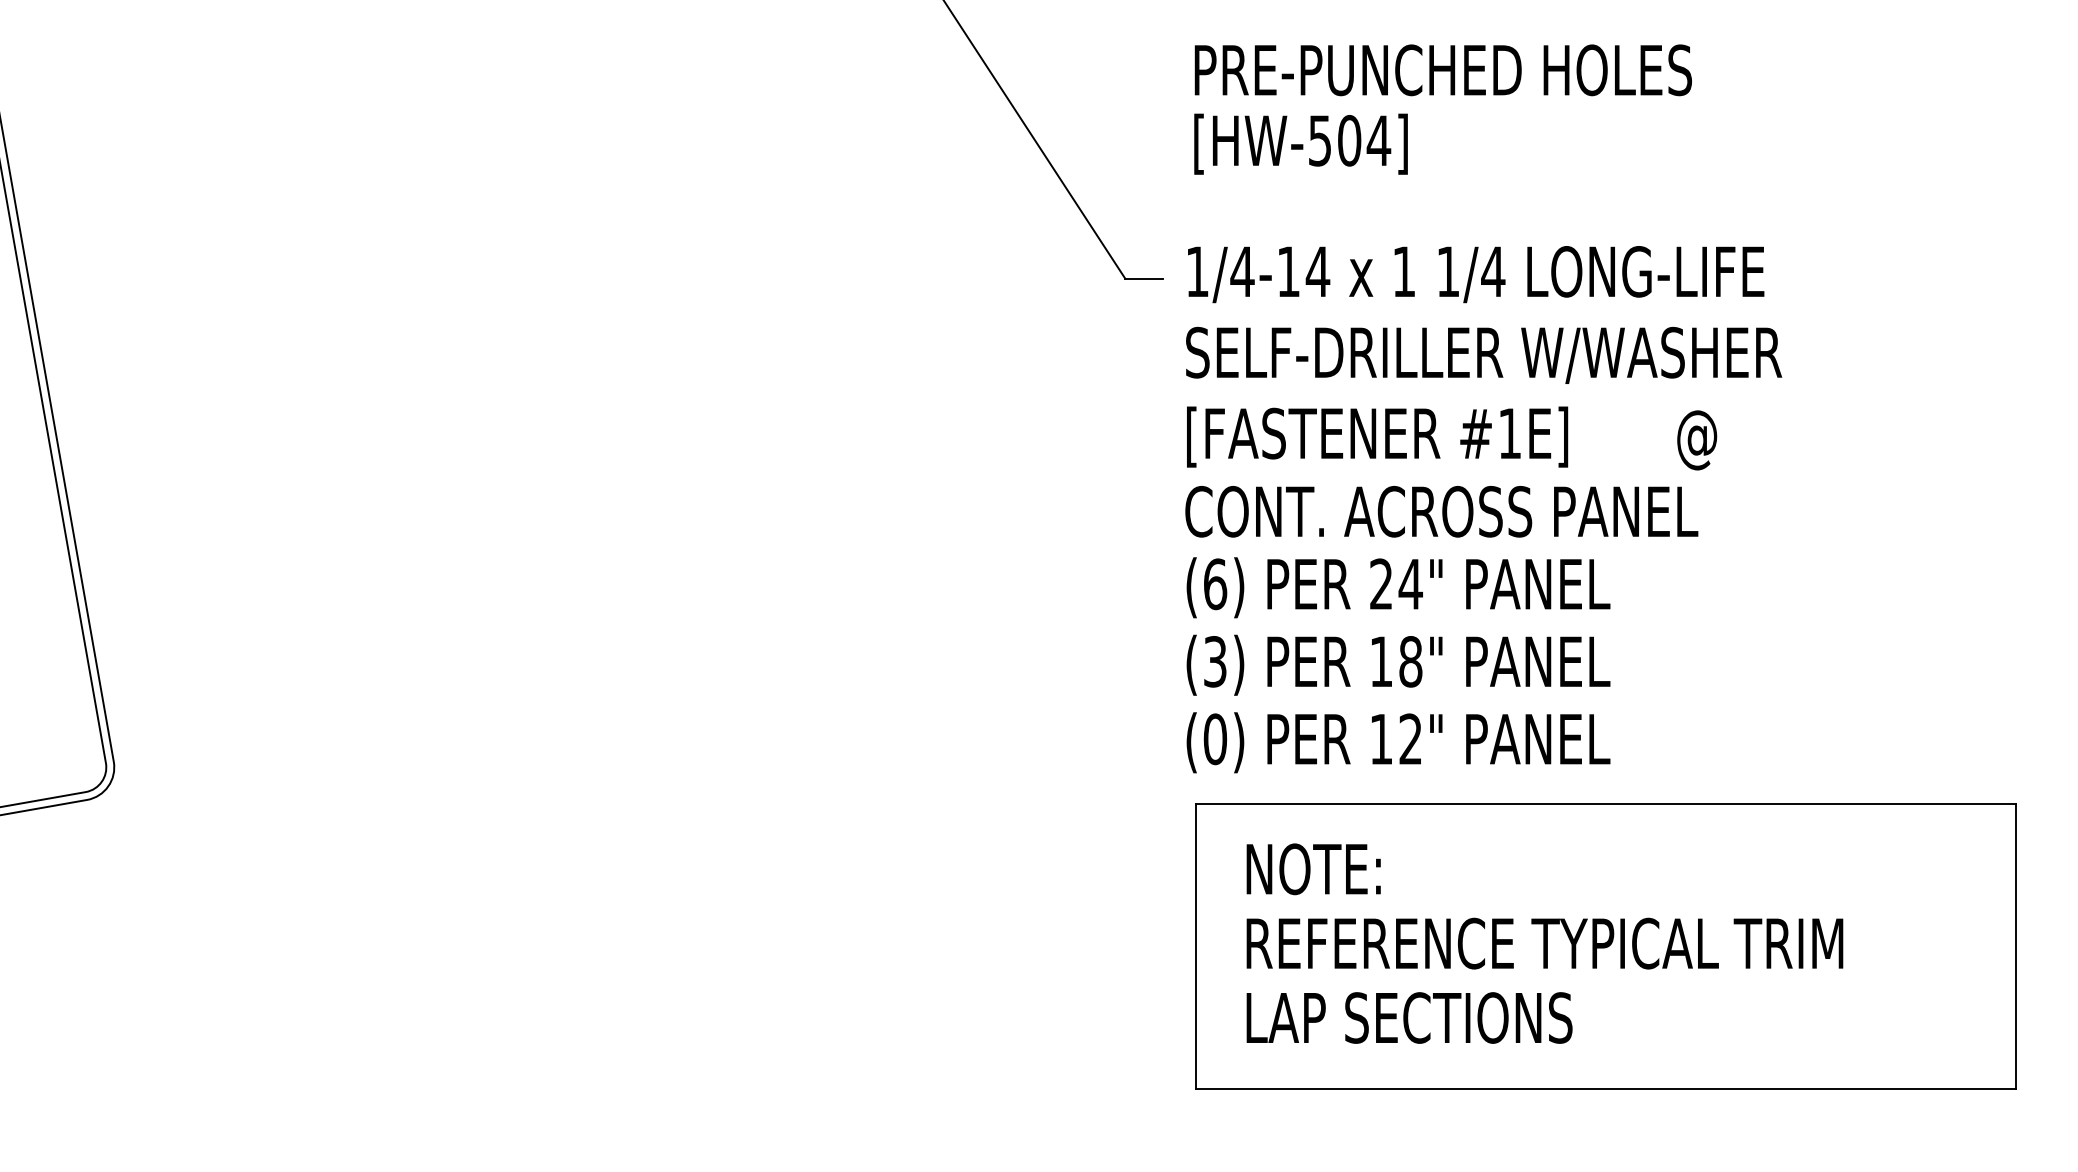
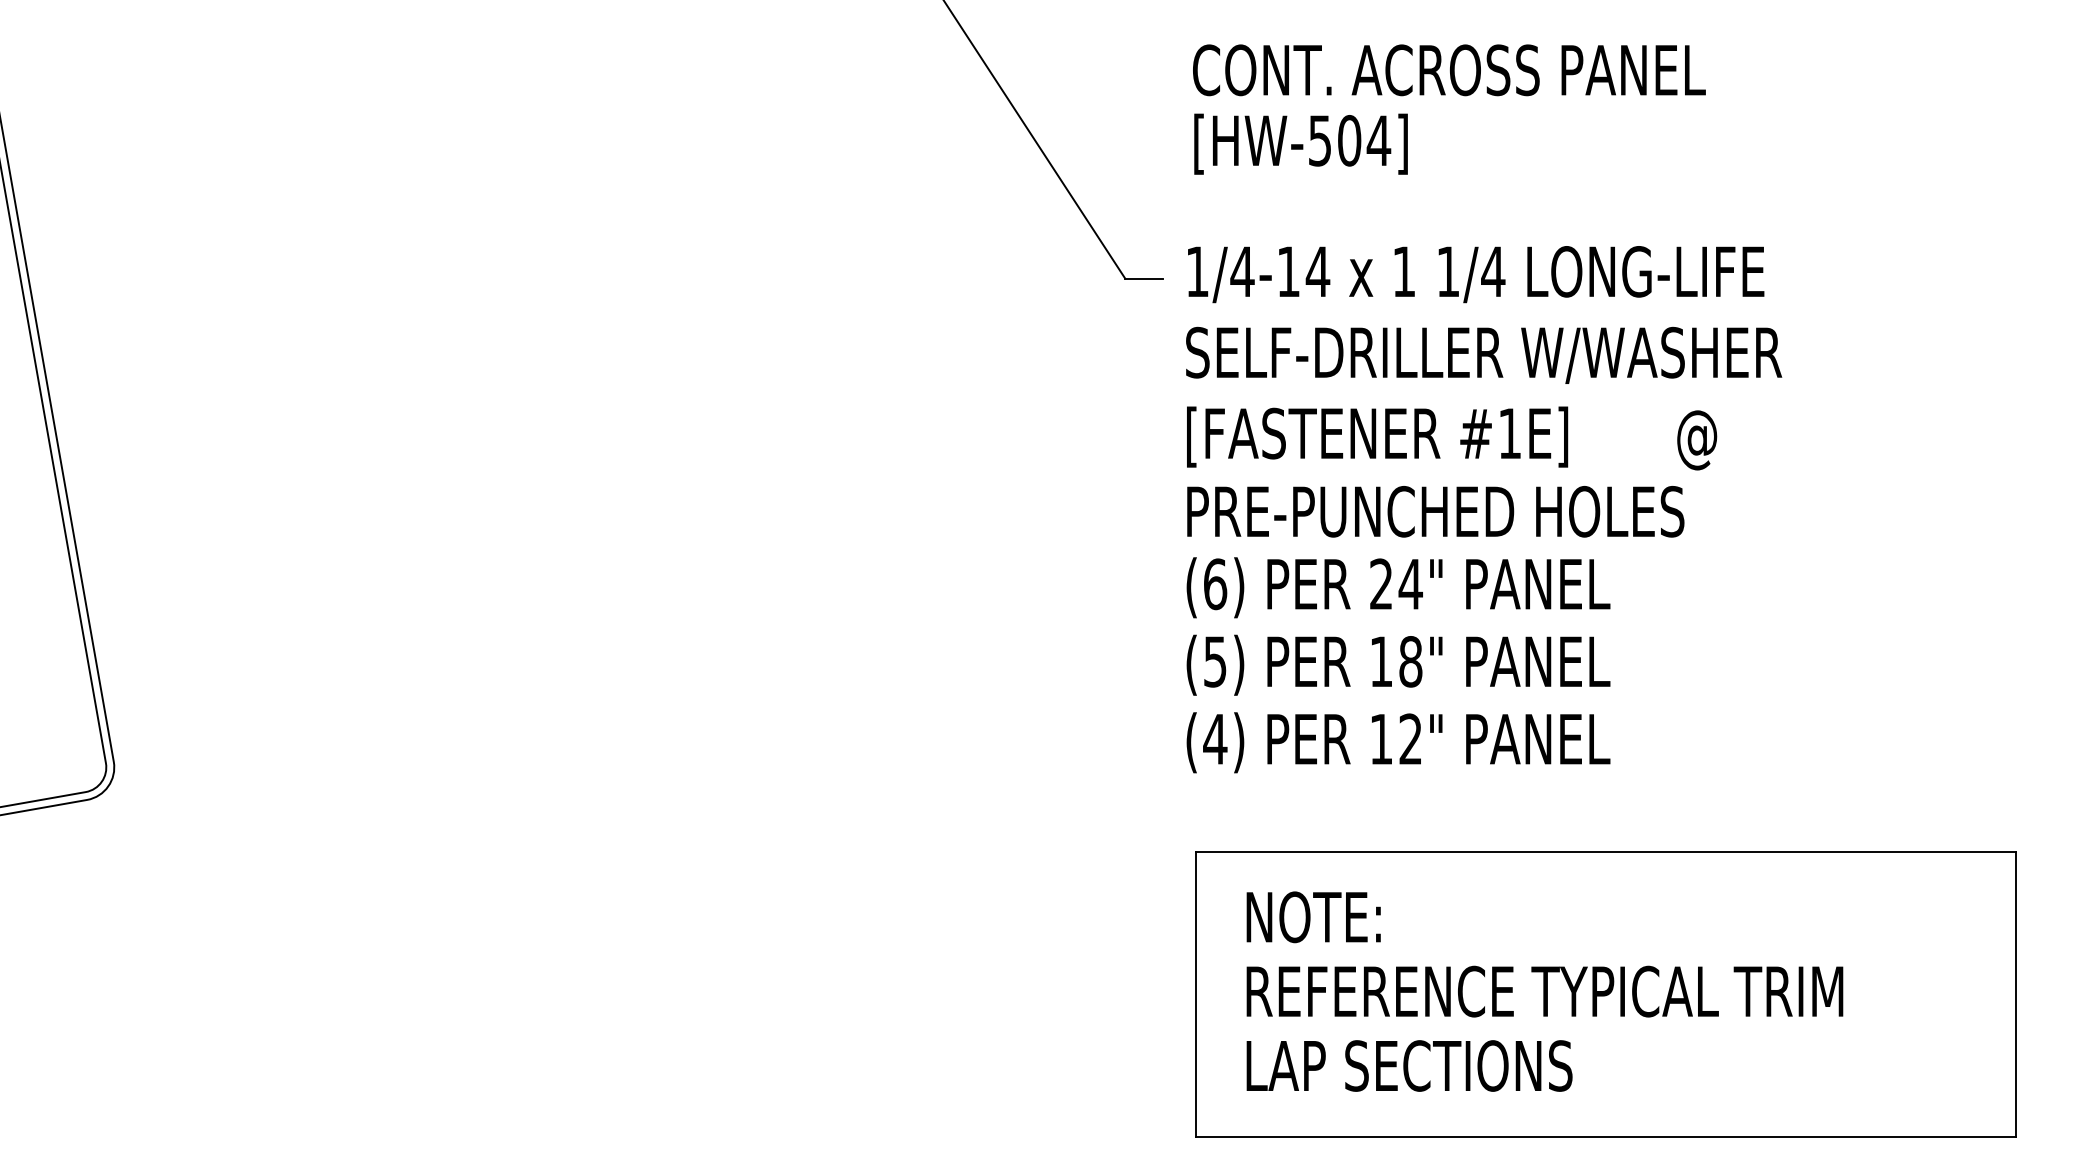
text at (1449, 70): PRE-PUNCHED HOLES -> CONT. ACROSS PANEL
text at (1441, 511): CONT. ACROSS PANEL -> PRE-PUNCHED HOLES
text at (1215, 661): (3) -> (5)
text at (1215, 739): (0) -> (4)
part at (1605, 946) position: (1605, 946) -> (1605, 994)
